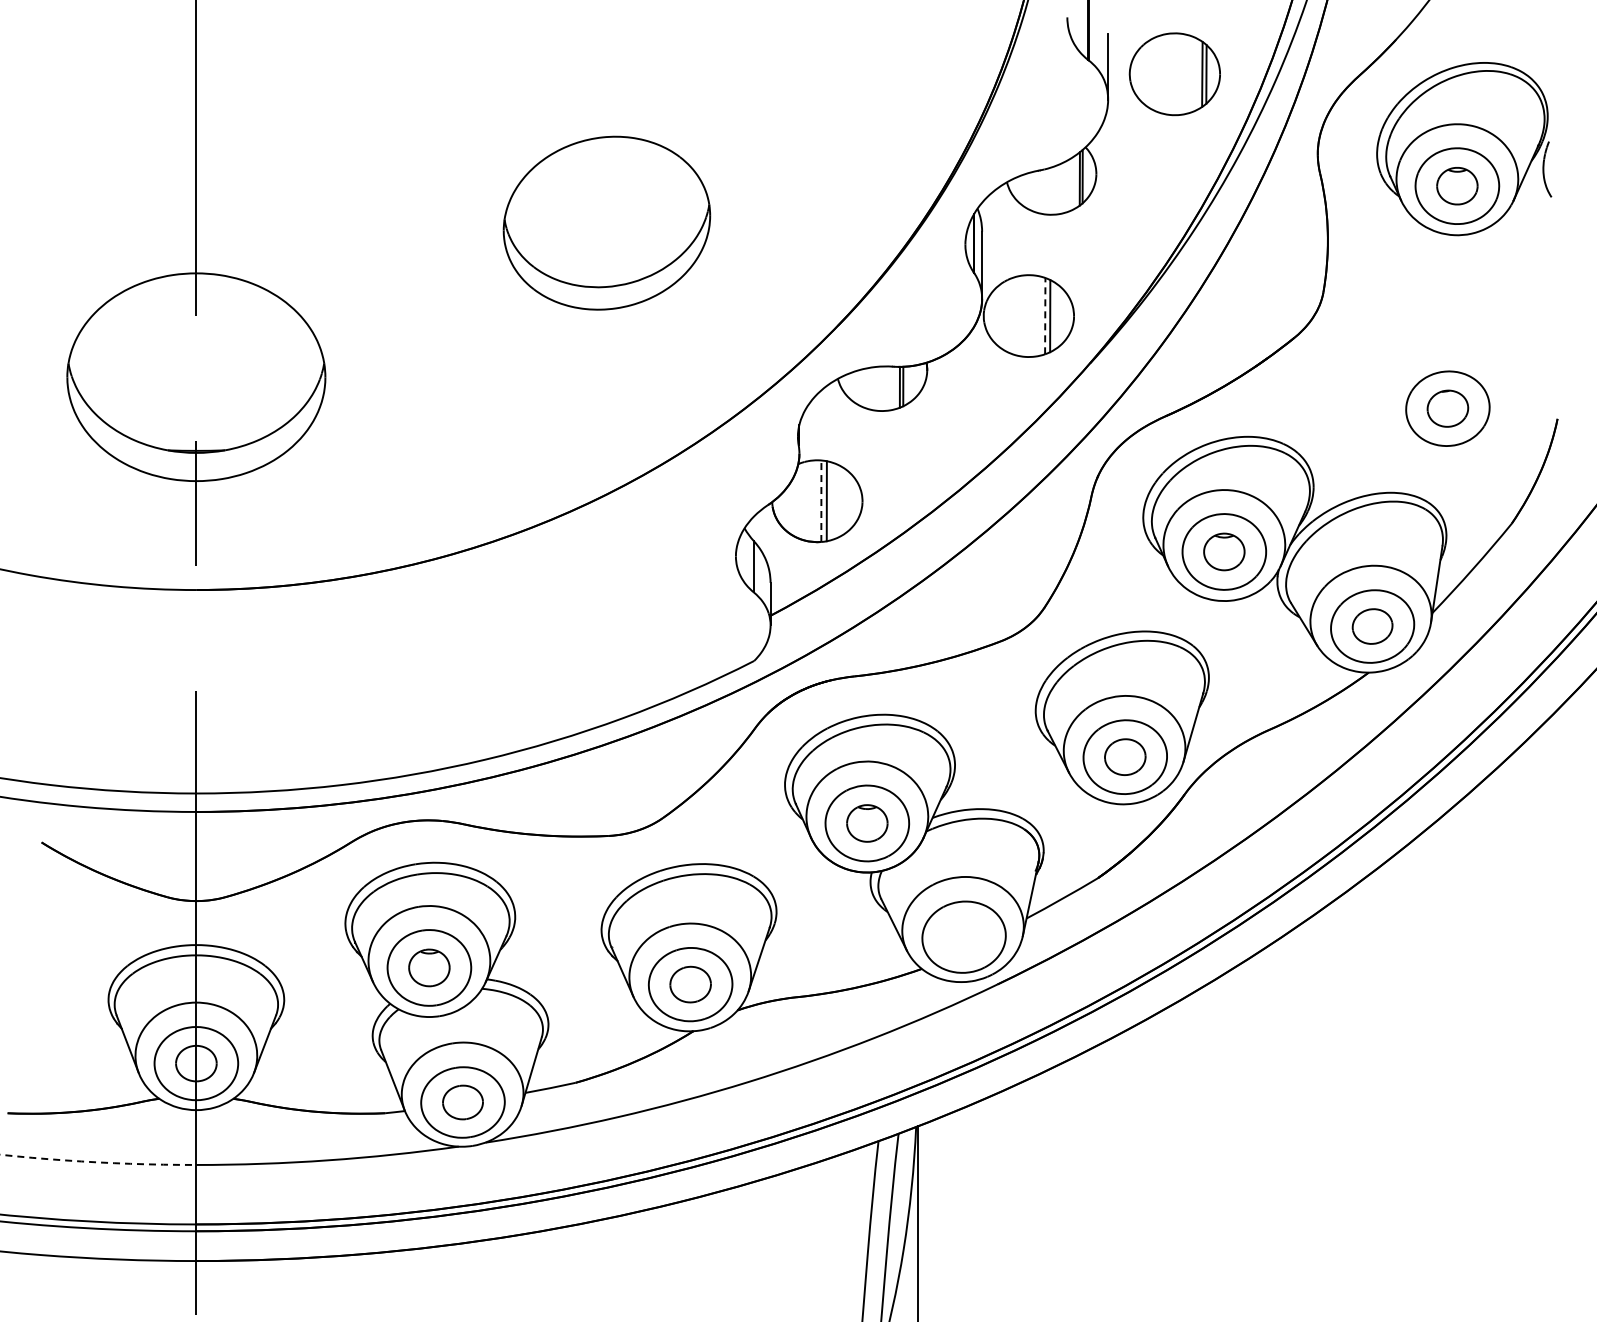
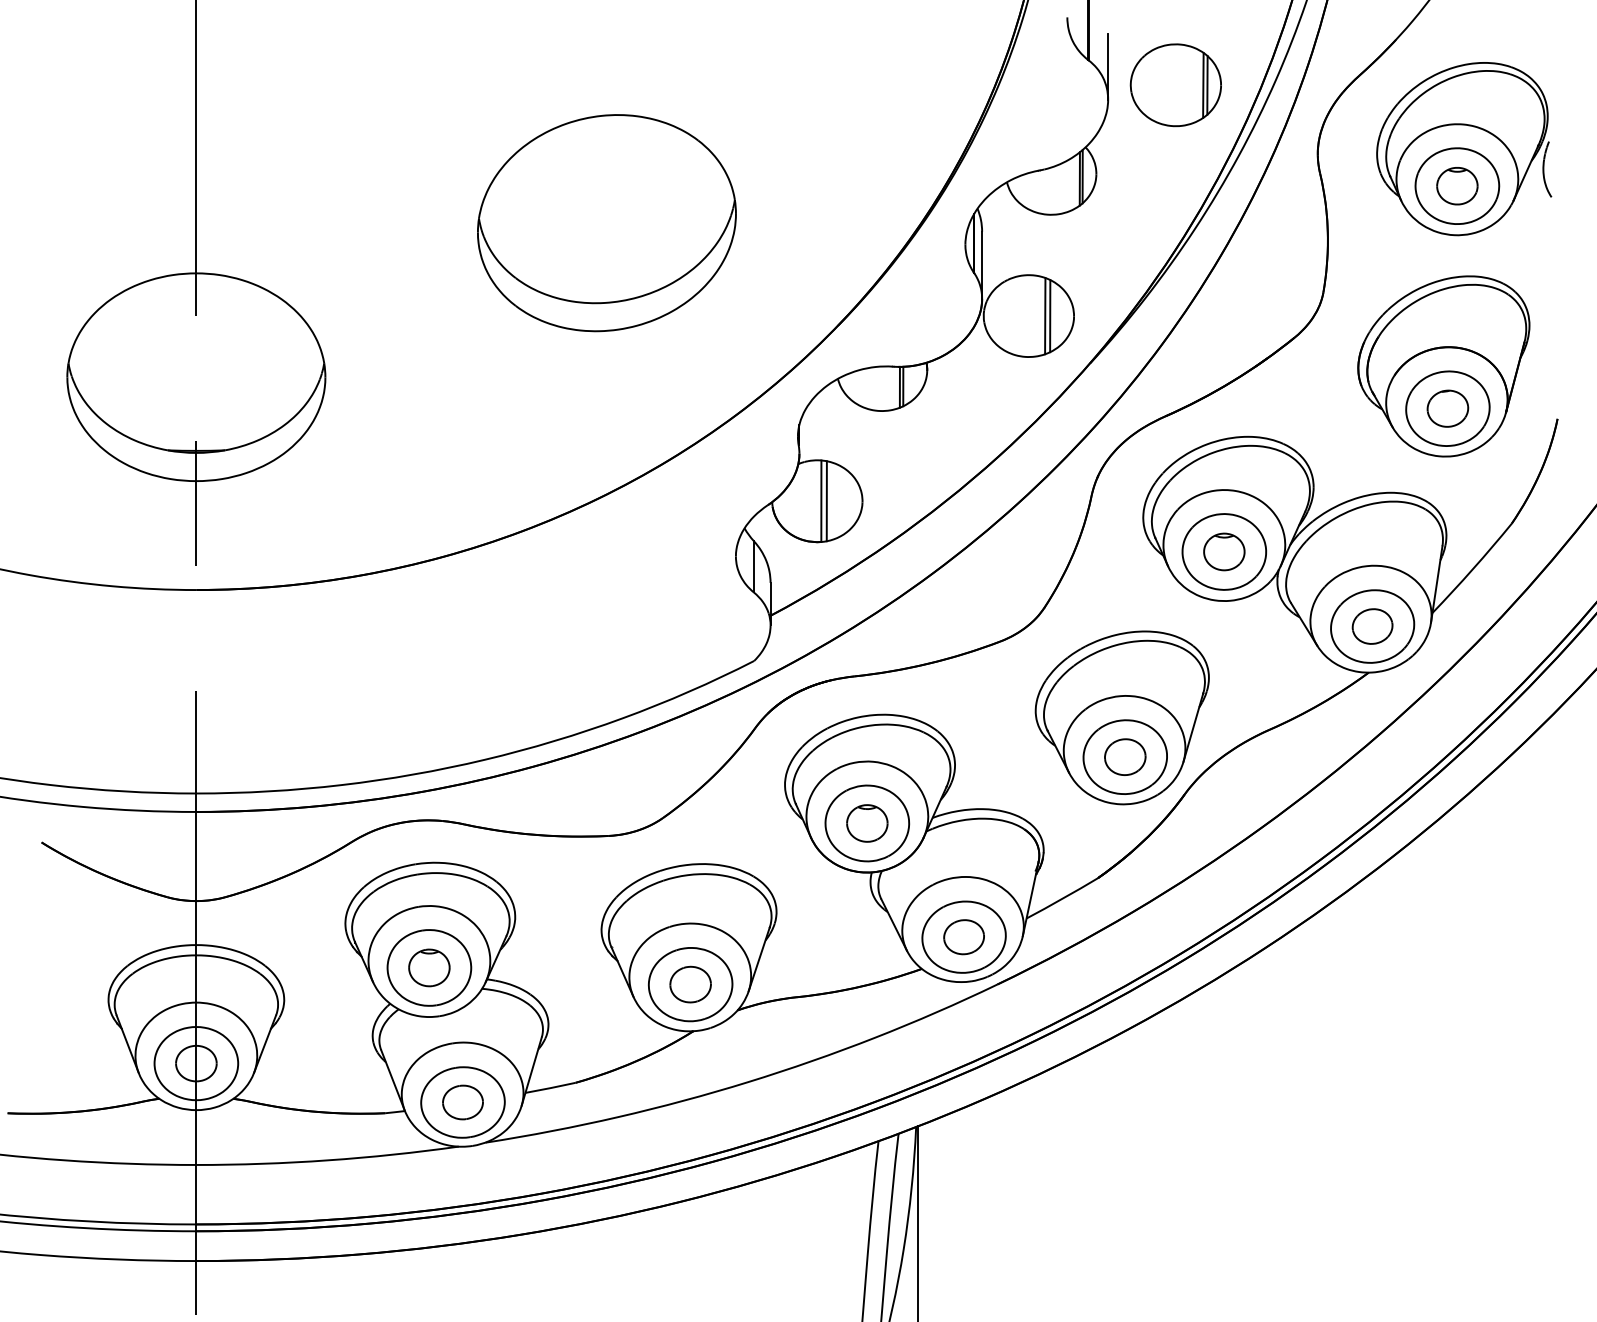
part at (1174, 74) position: (1174, 74) -> (1175, 85)
part at (606, 222) size: 210x176 px -> 260x219 px
line at (1045, 315): dashed -> solid
part at (1443, 366): none -> present
line at (821, 501): dashed -> solid
part at (963, 937): none -> present
arc at (97, 1162): dashed -> solid
